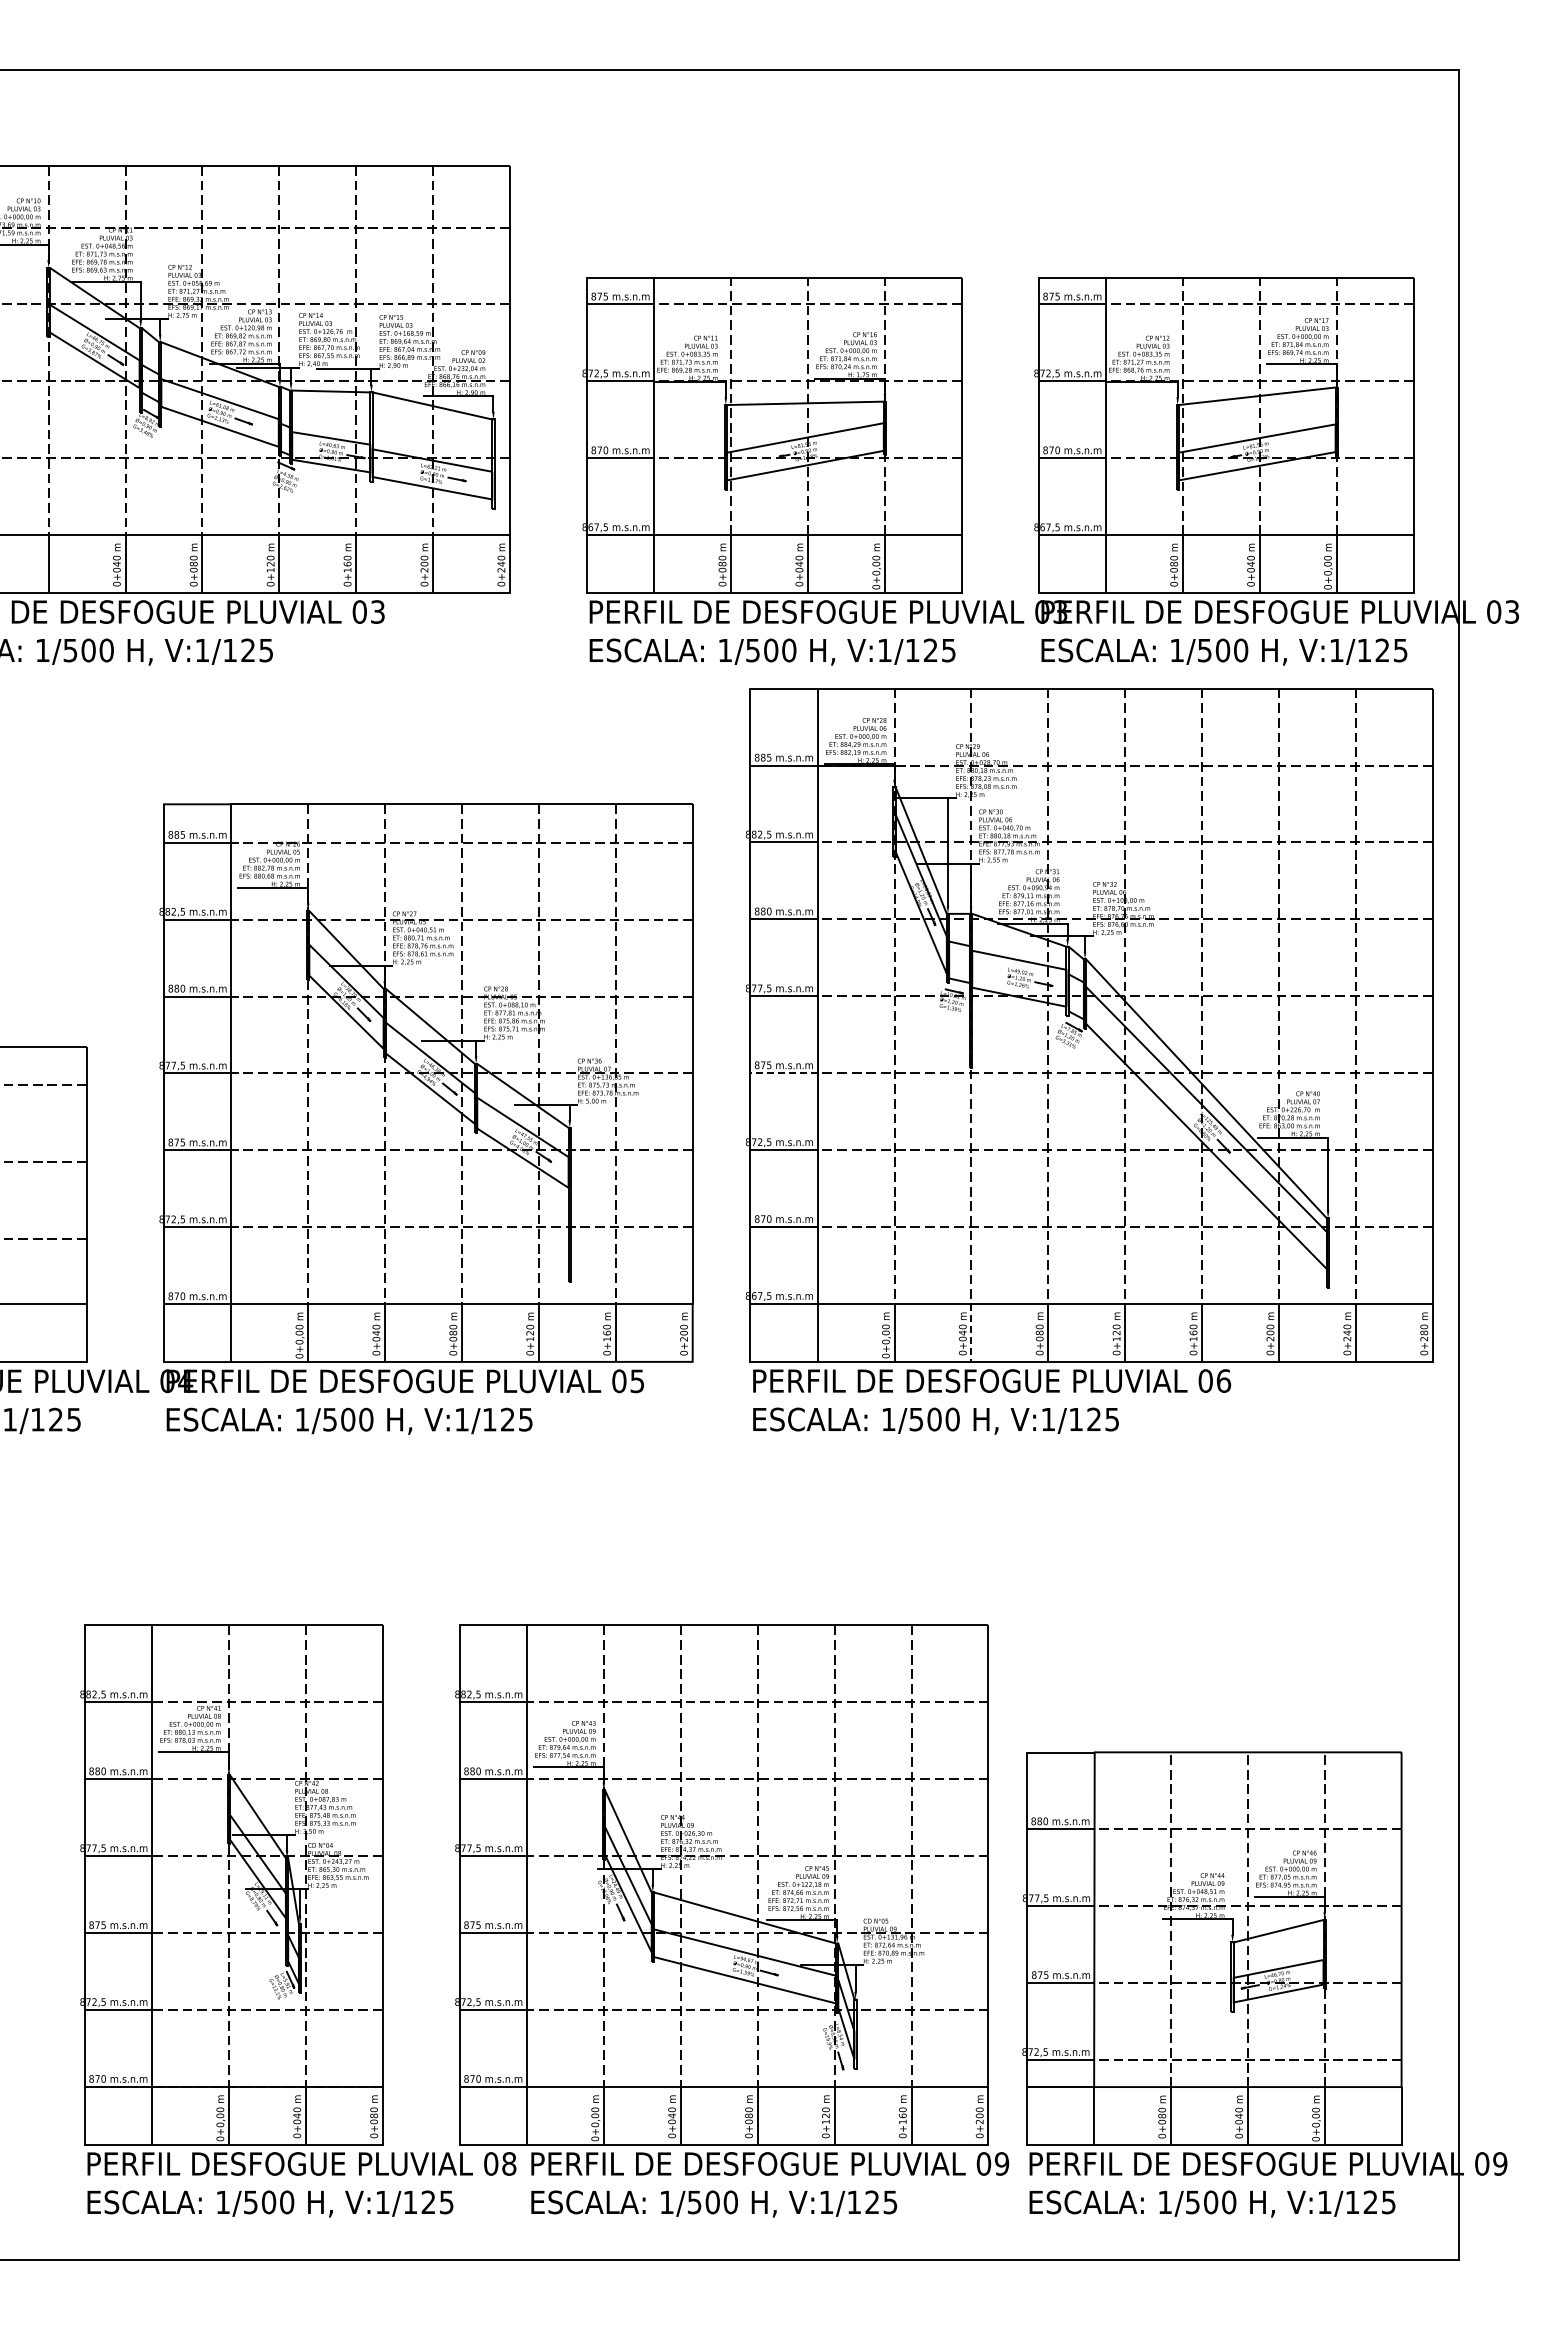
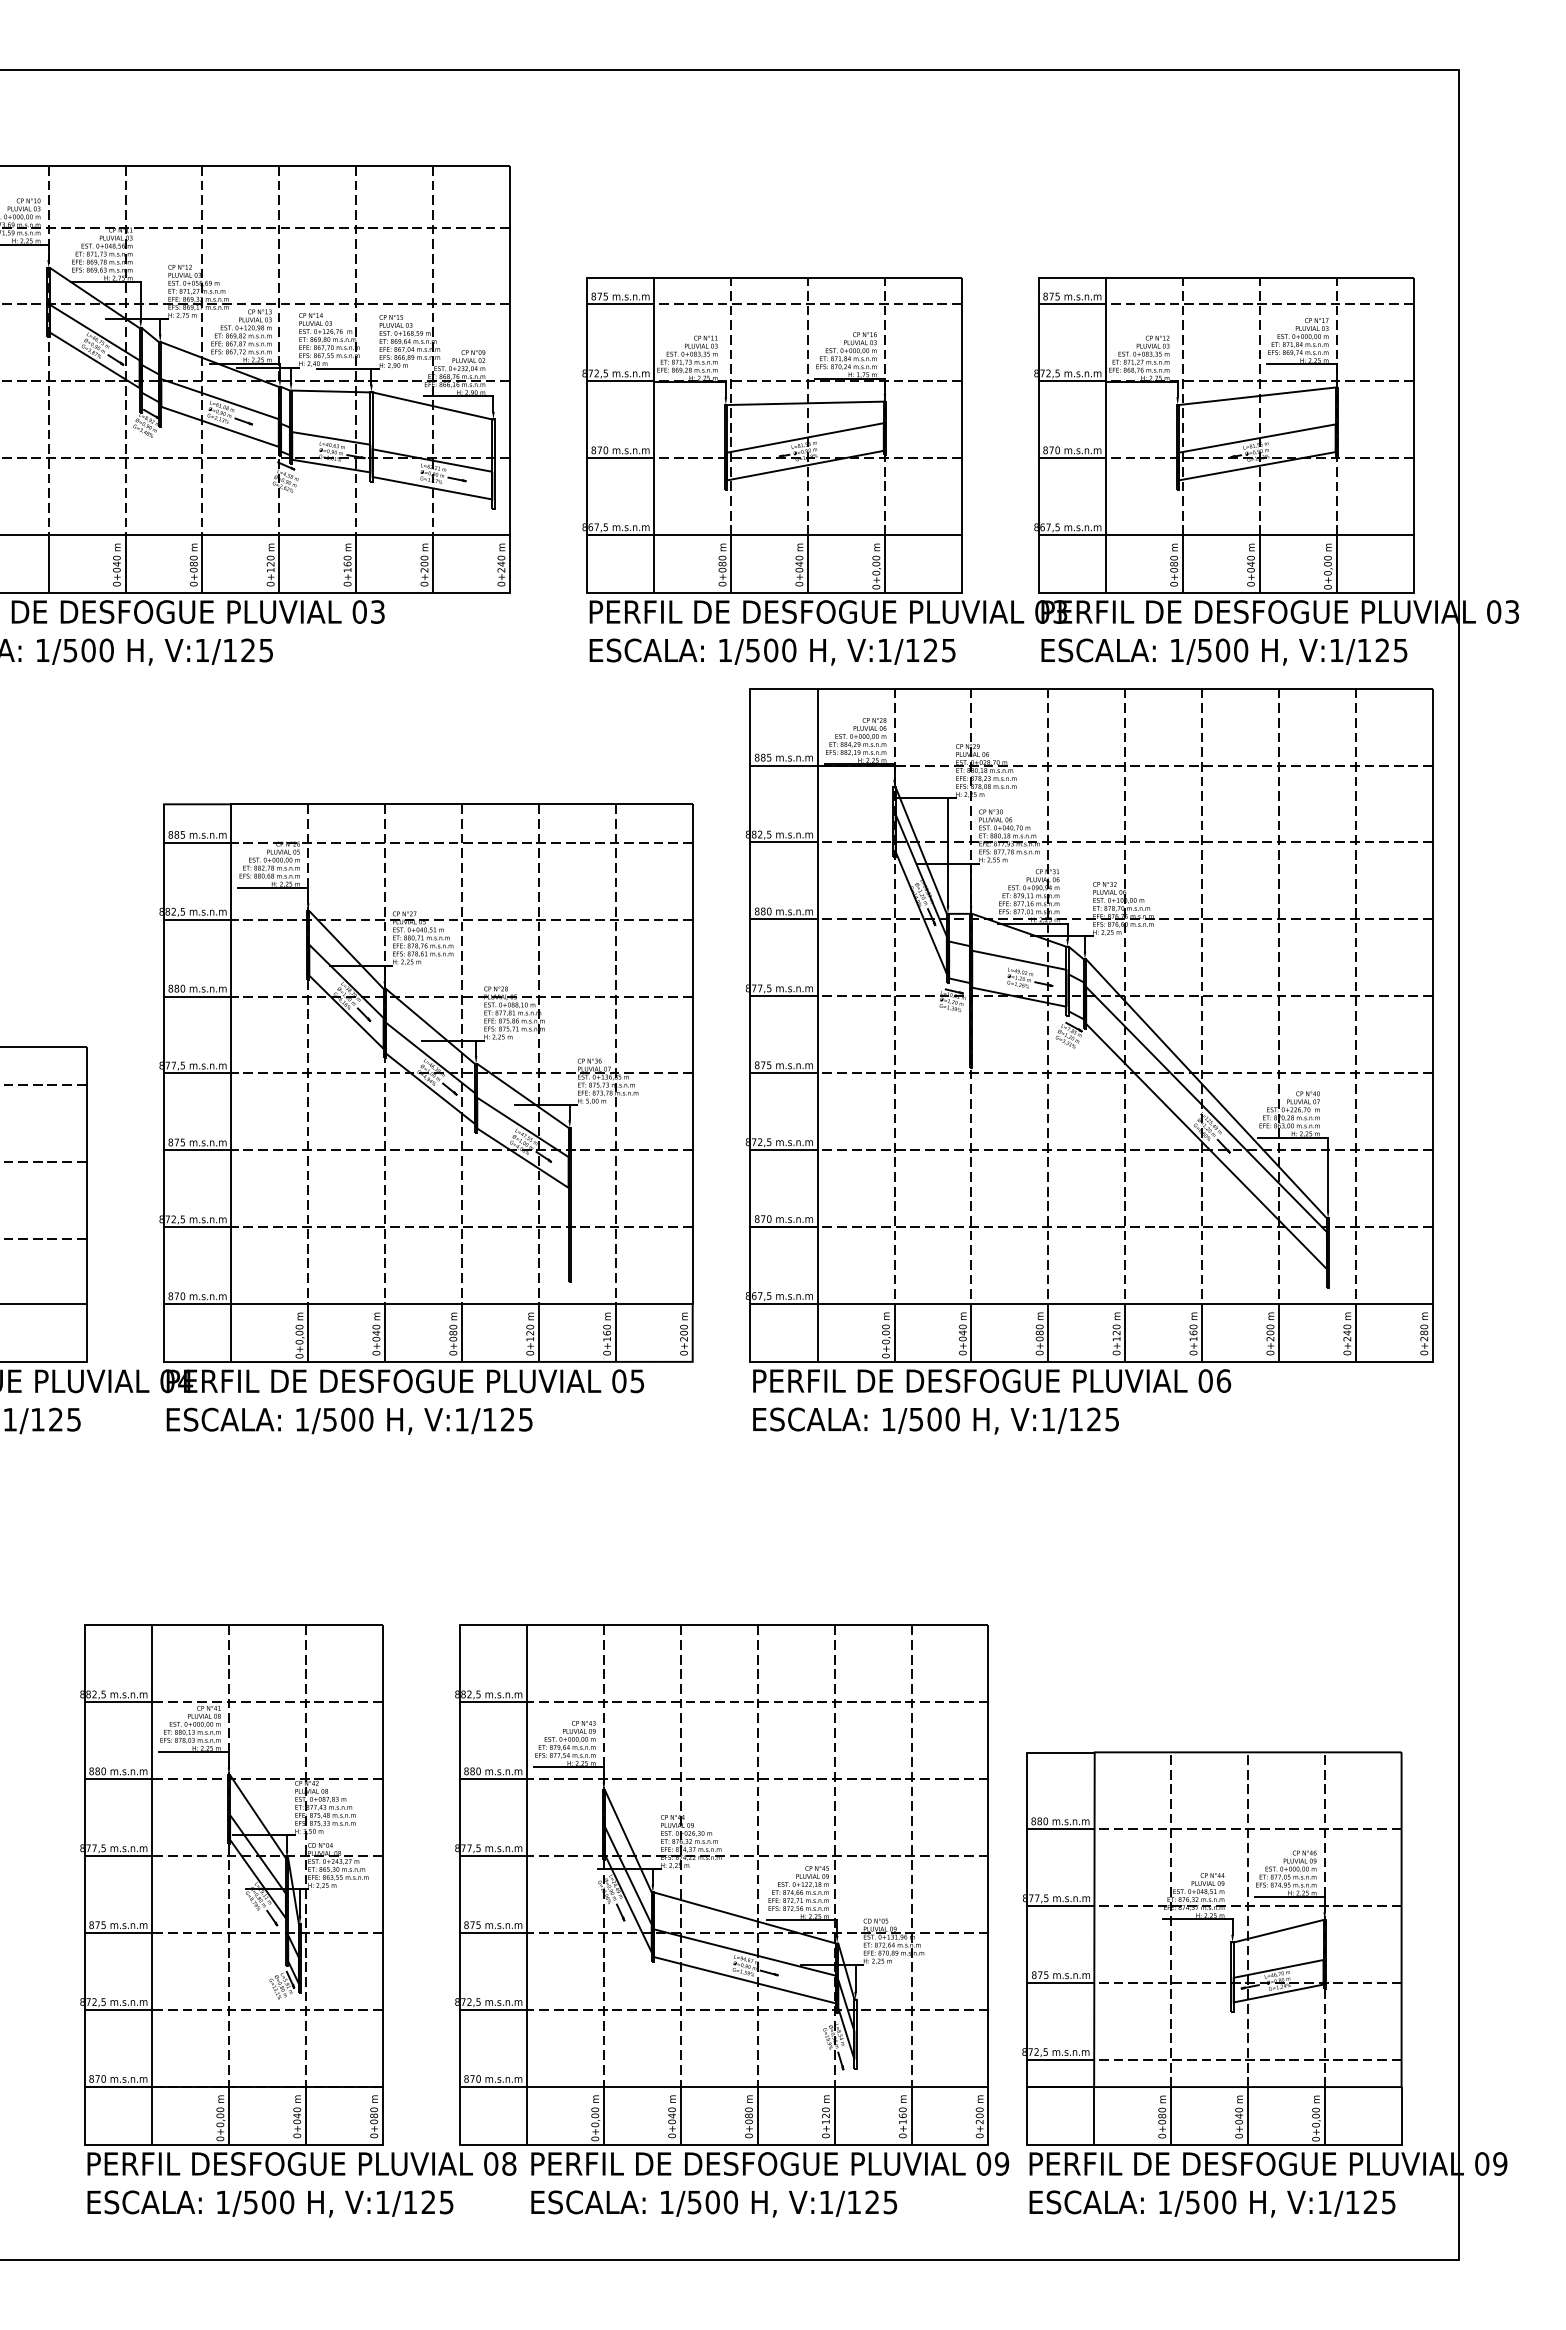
line at (784, 1073): dashed -> solid
line at (971, 1332): dashed -> solid
